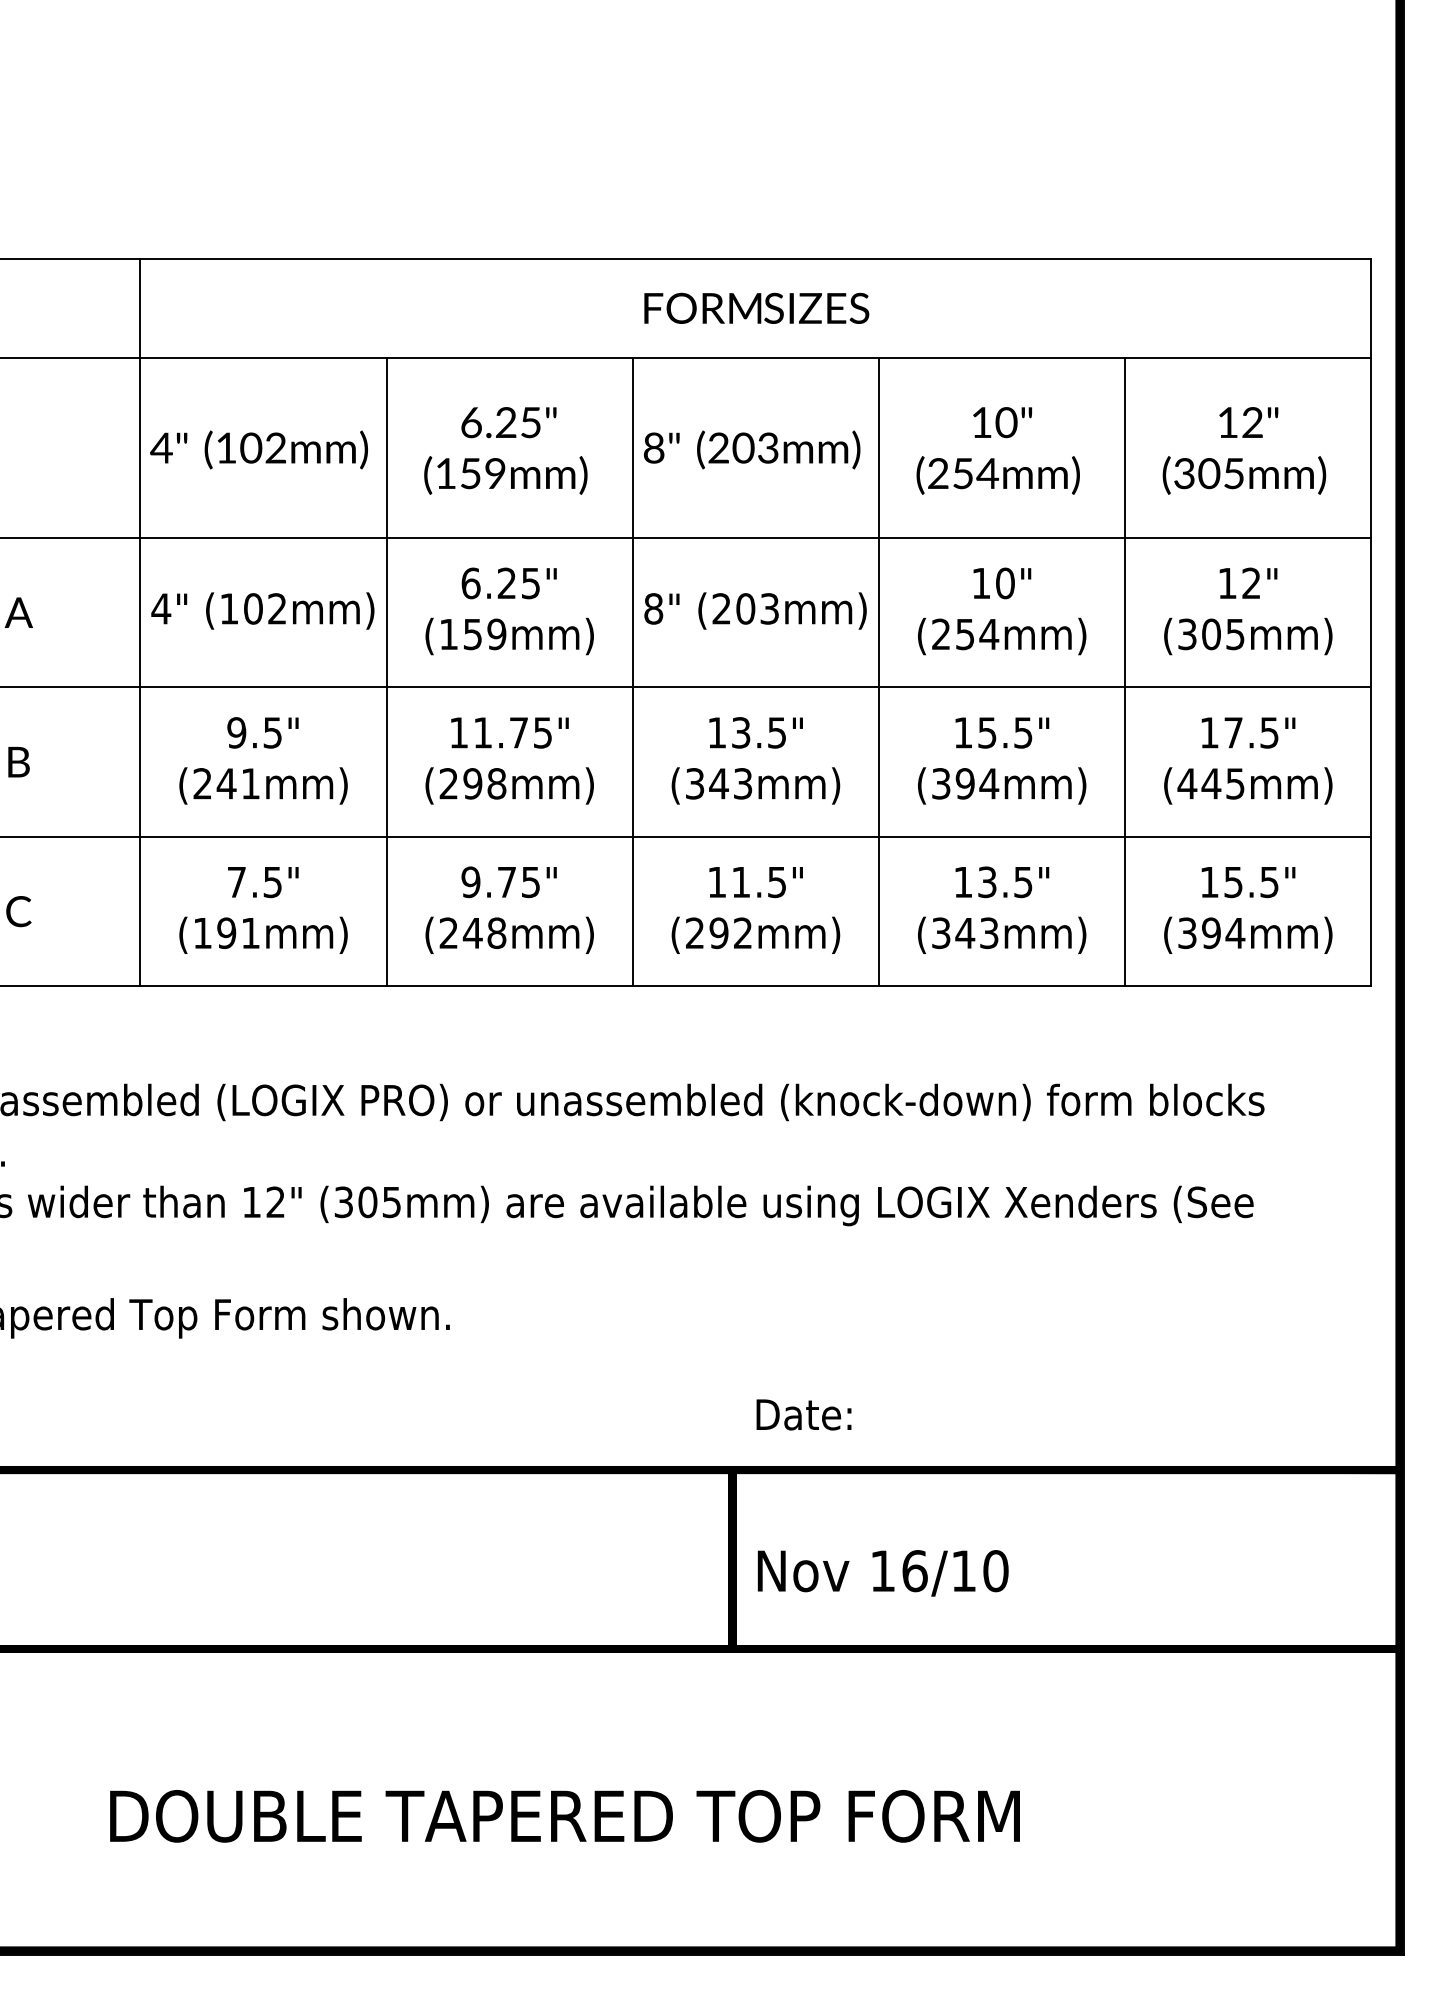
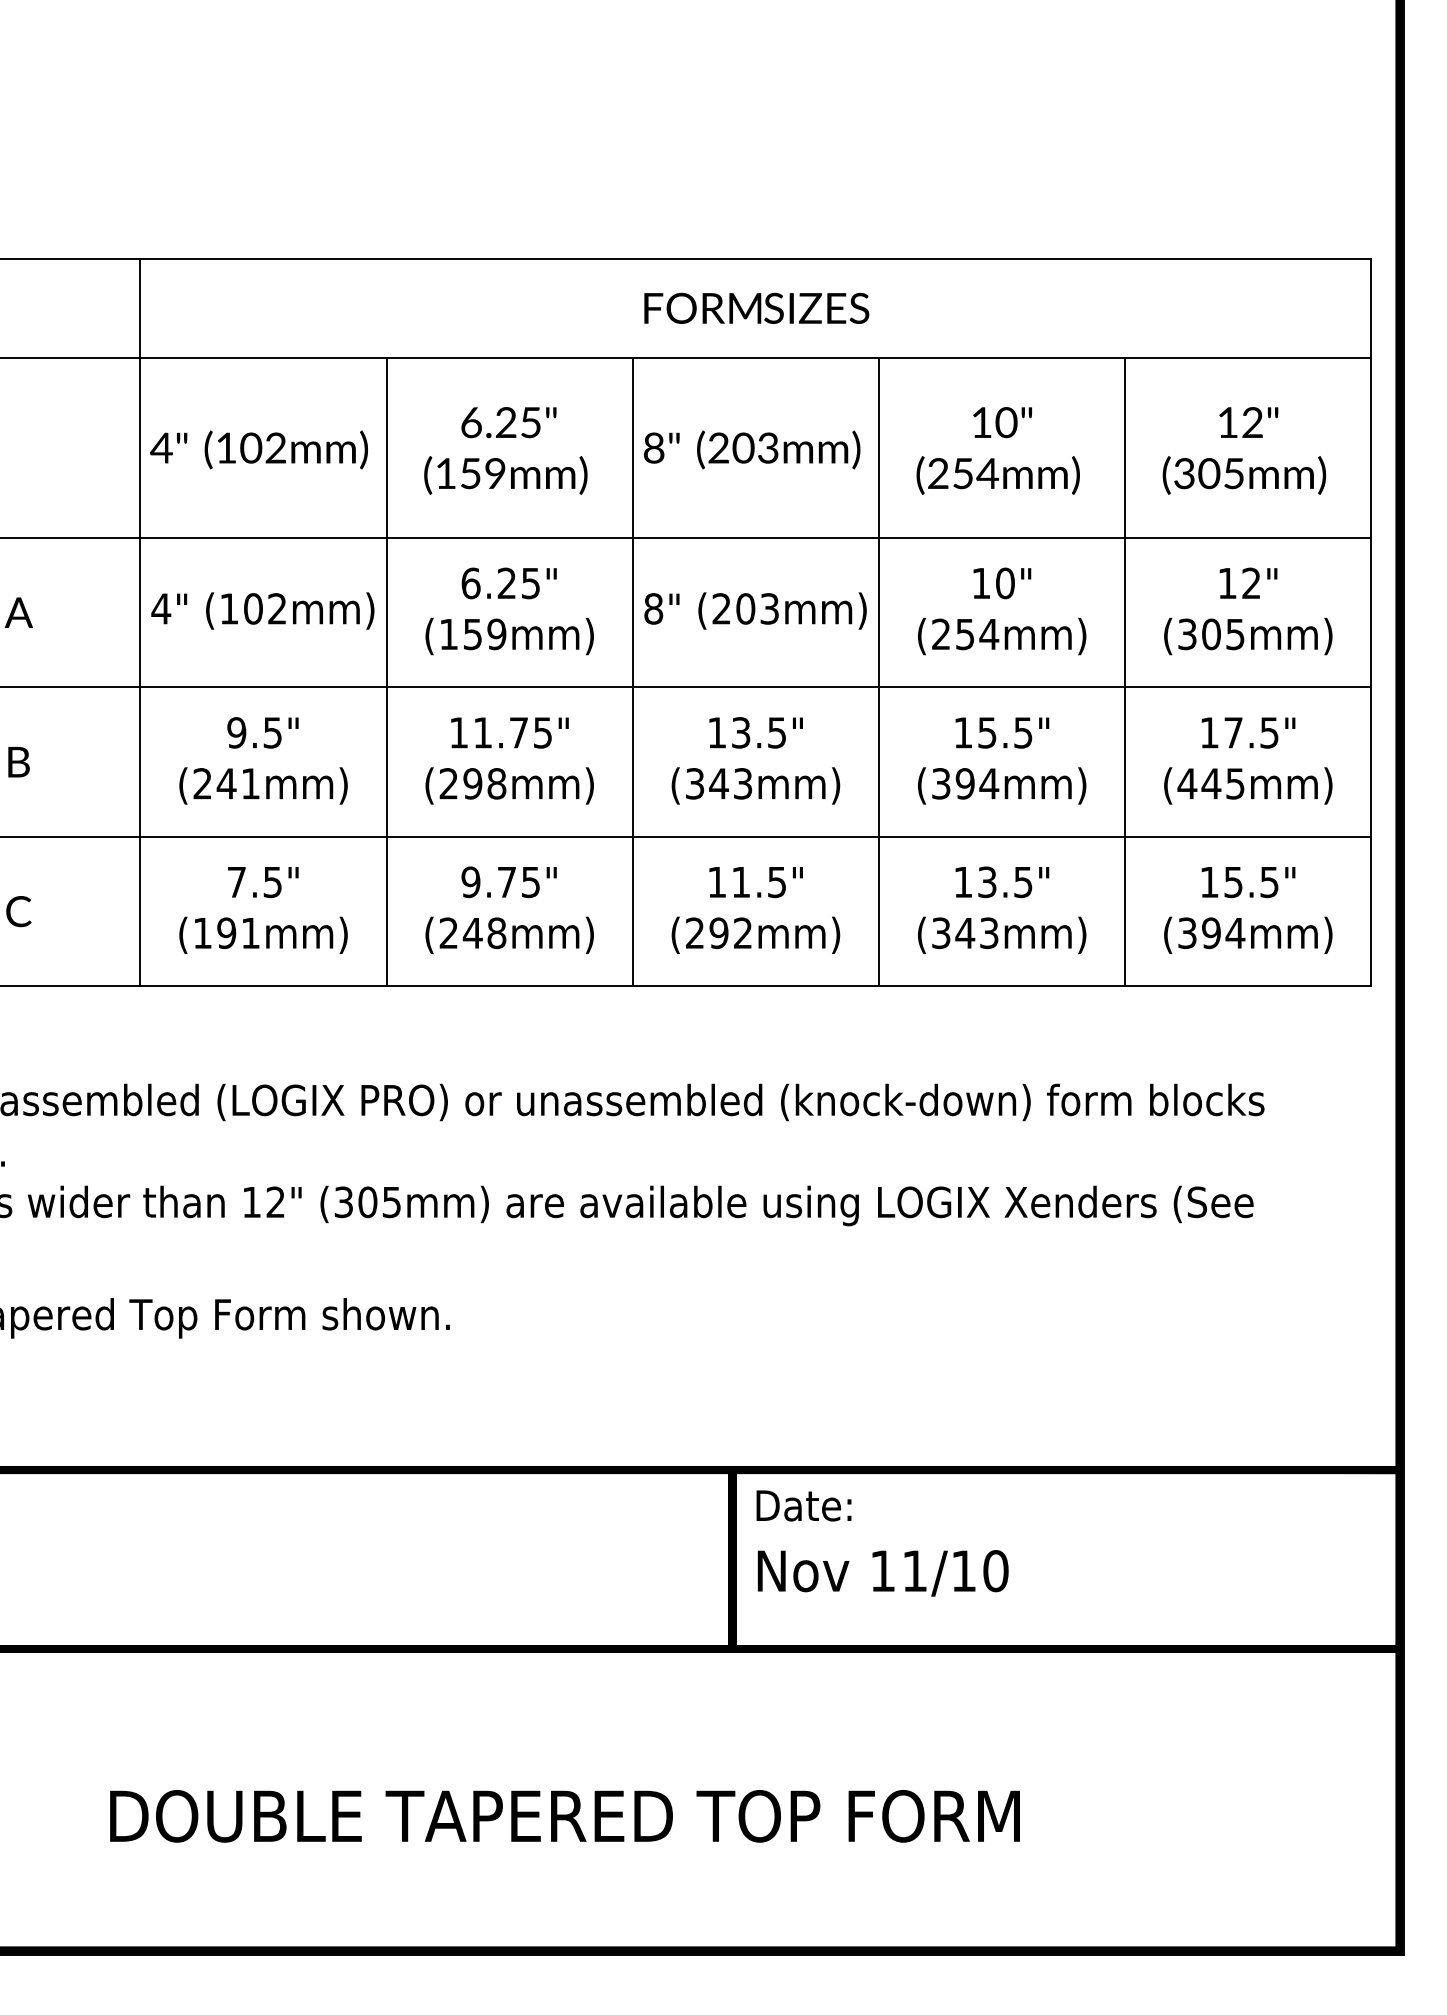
text at (803, 1414) position: (803, 1414) -> (803, 1505)
text at (914, 1571): 16/10 -> 11/10
